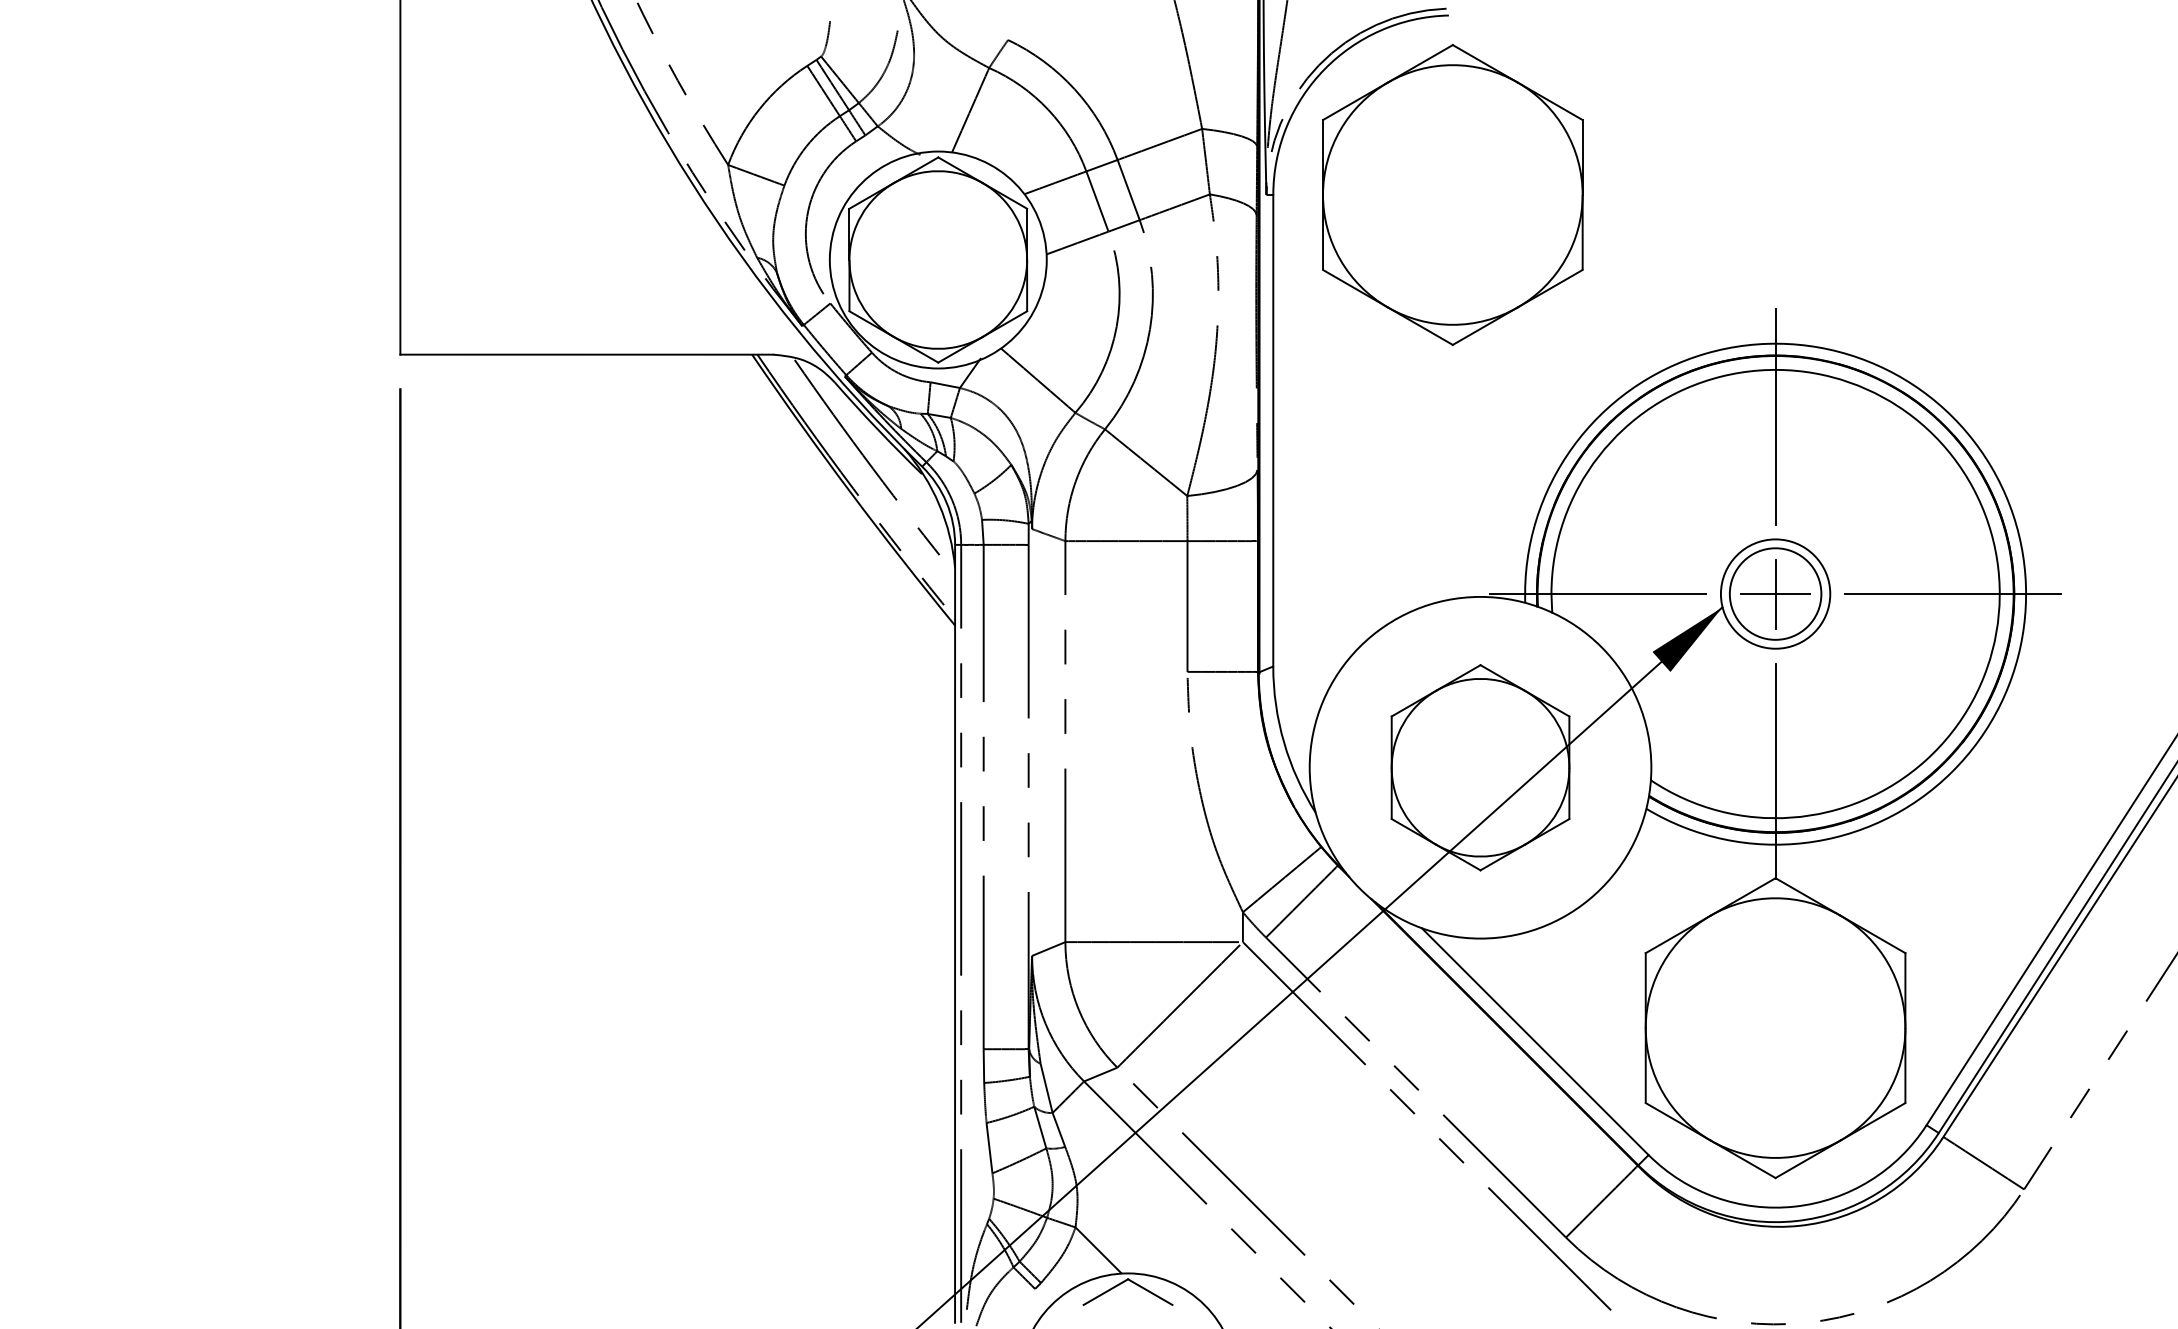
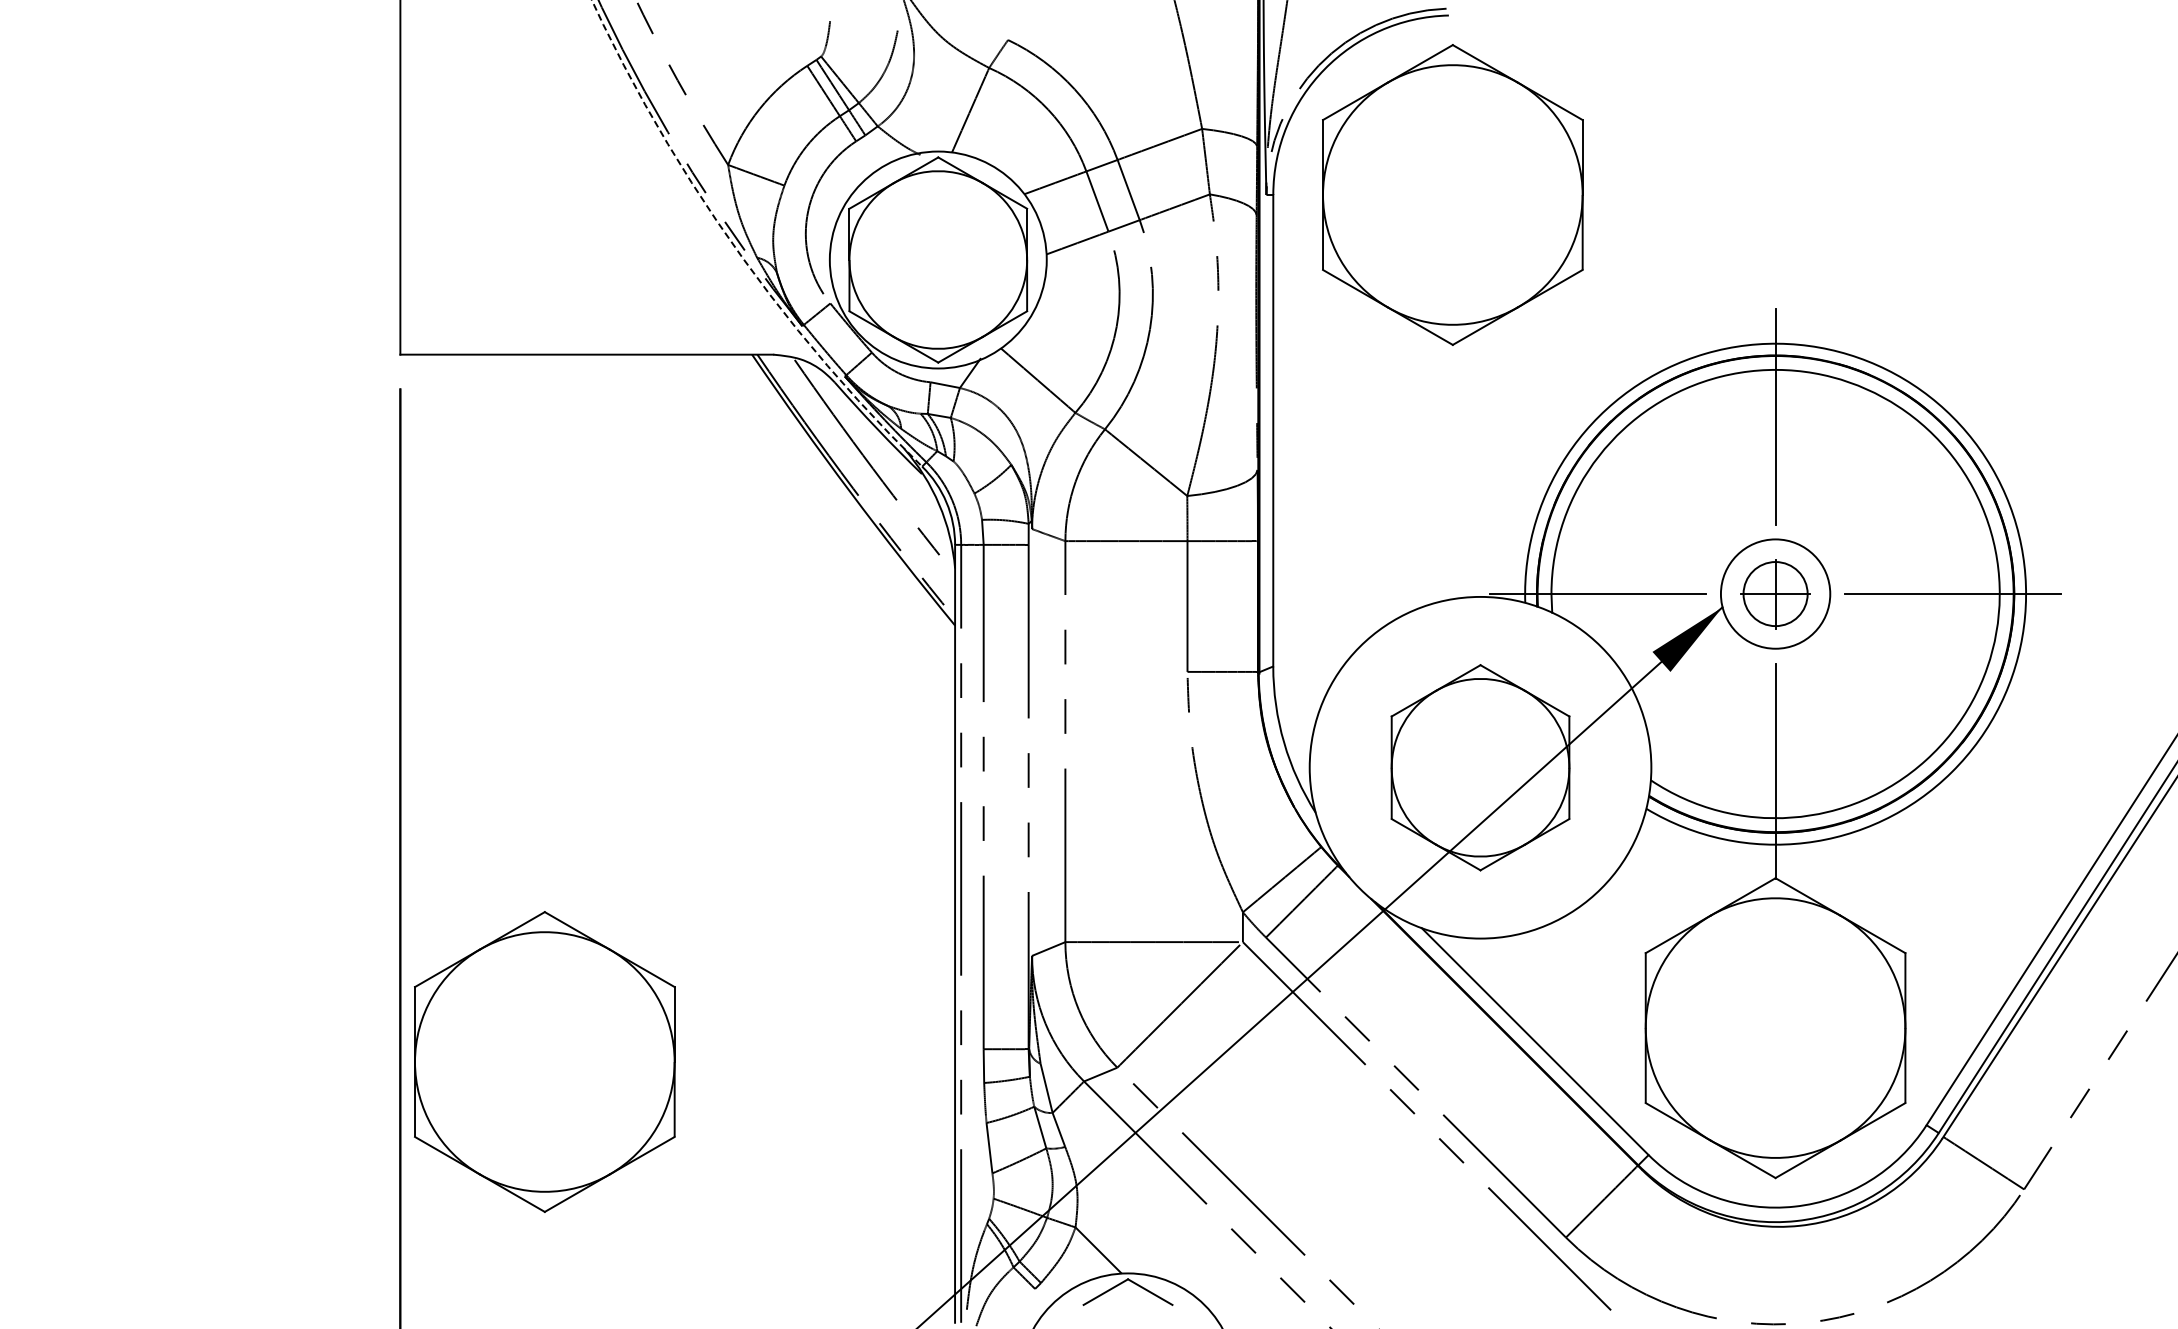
arc at (735, 248): solid -> dashed
circle at (1775, 593) diameter: 92 px -> 64 px
part at (544, 1061): none -> present
